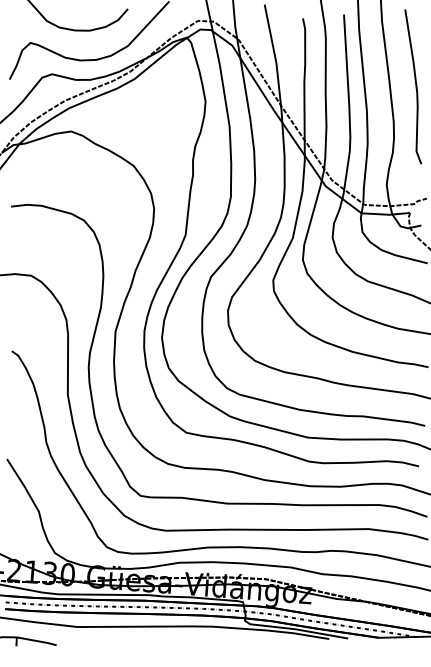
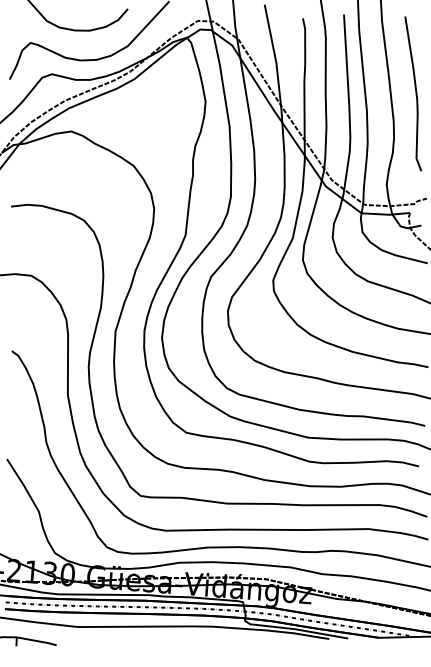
curve at (415, 86) position: (415, 86) -> (415, 93)
